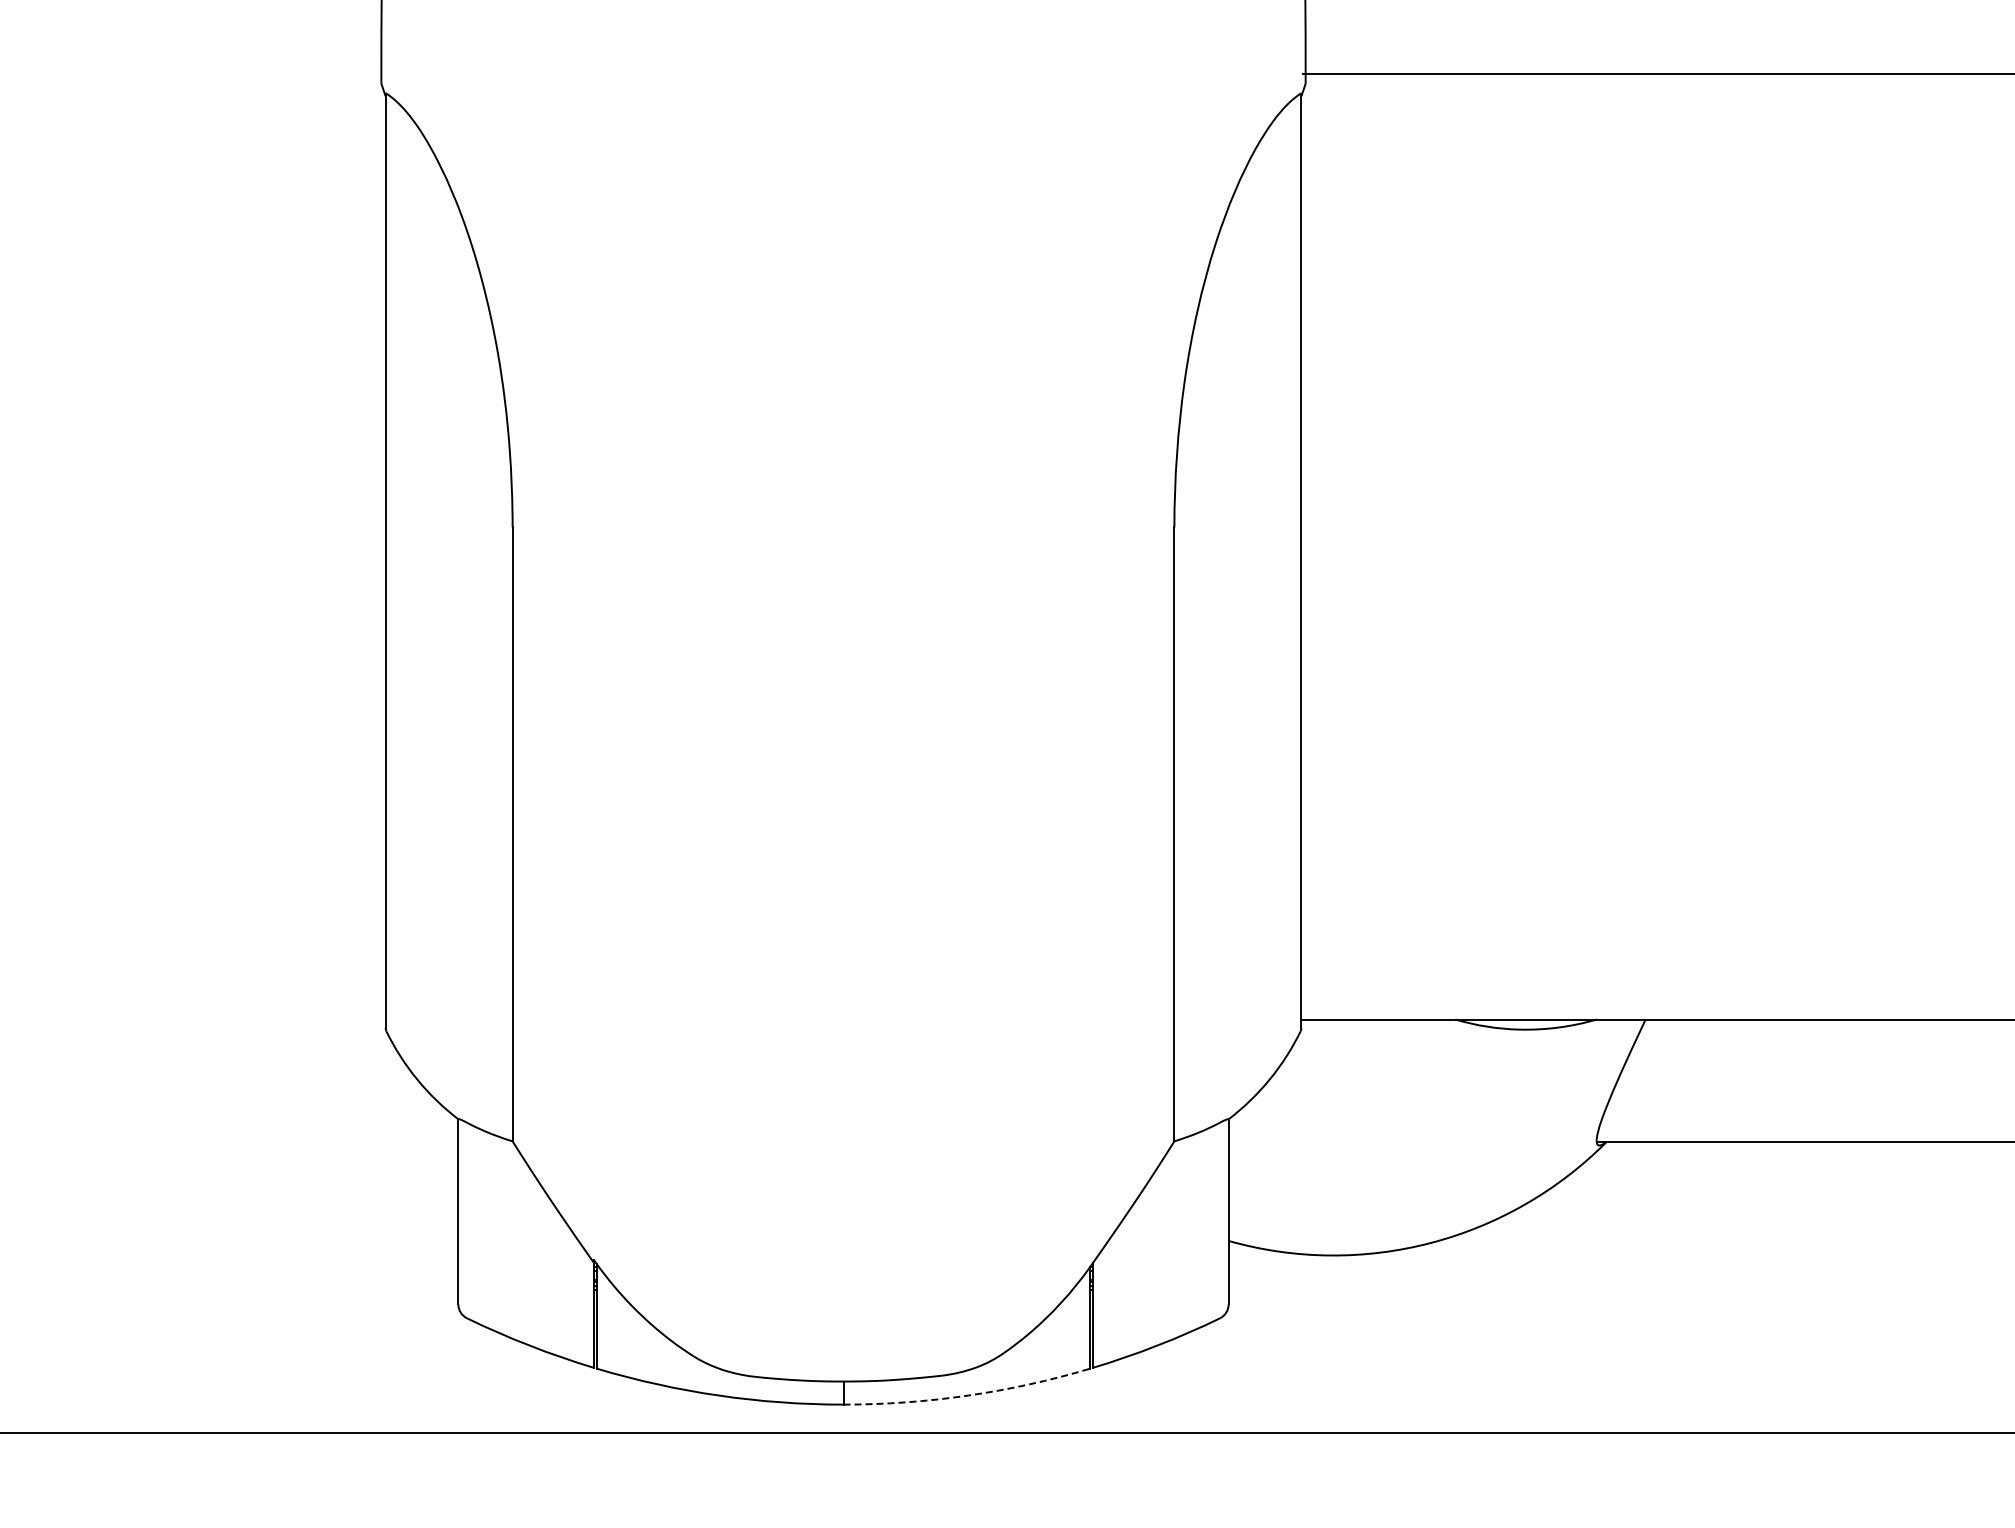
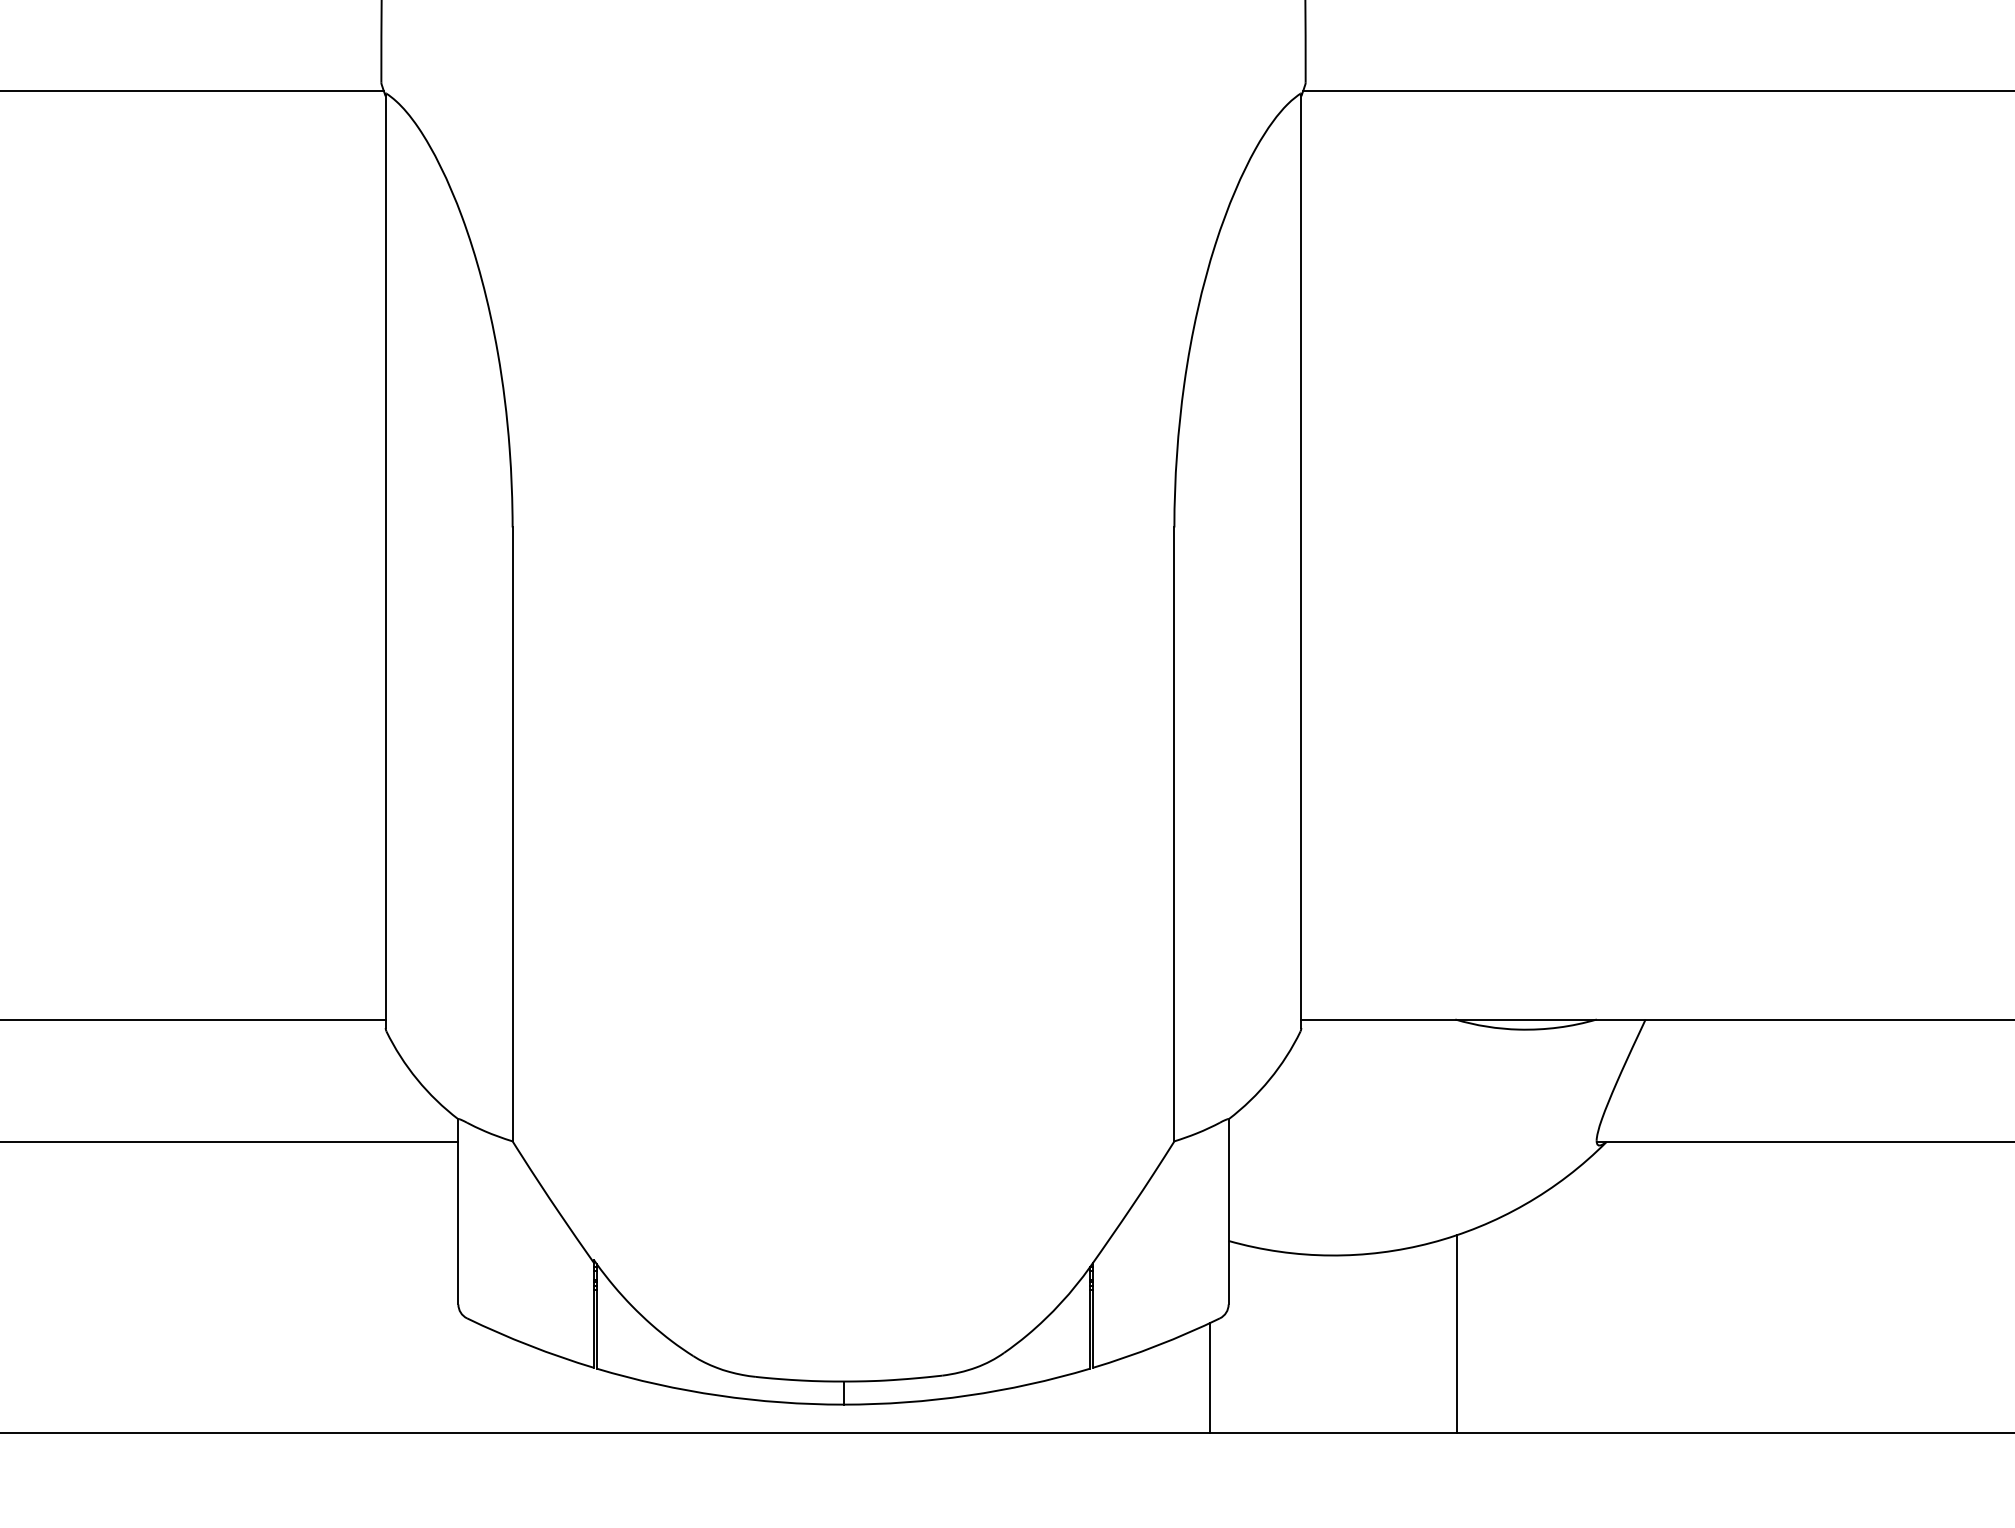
line at (1657, 73) position: (1657, 73) -> (1657, 90)
line at (192, 90): none -> present
line at (193, 1019): none -> present
line at (230, 1141): none -> present
line at (1456, 1334): none -> present
line at (1210, 1377): none -> present
arc at (968, 1395): dashed -> solid
